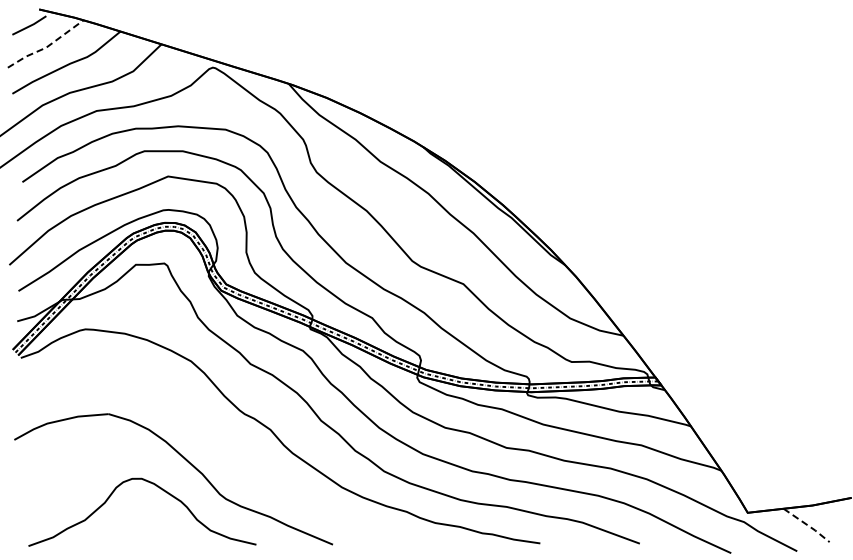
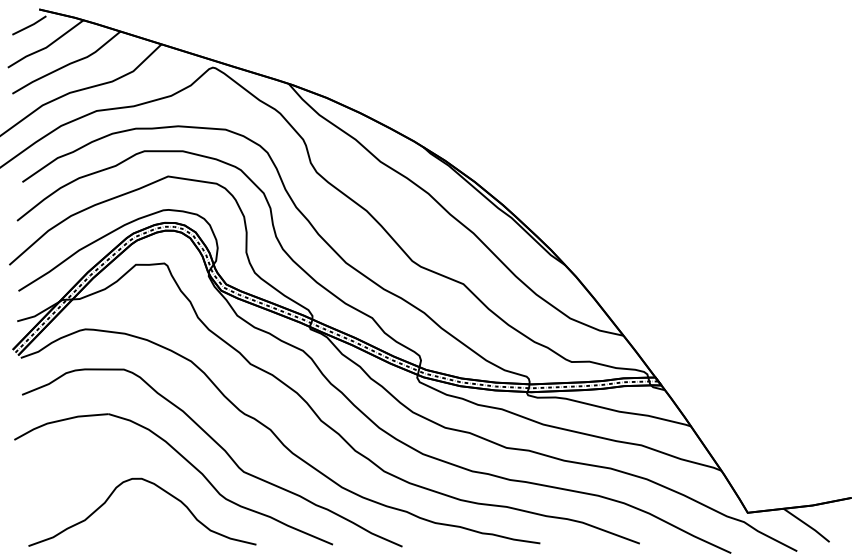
line at (47, 47): dashed -> solid
curve at (221, 448): none -> present
line at (807, 525): dashed -> solid
